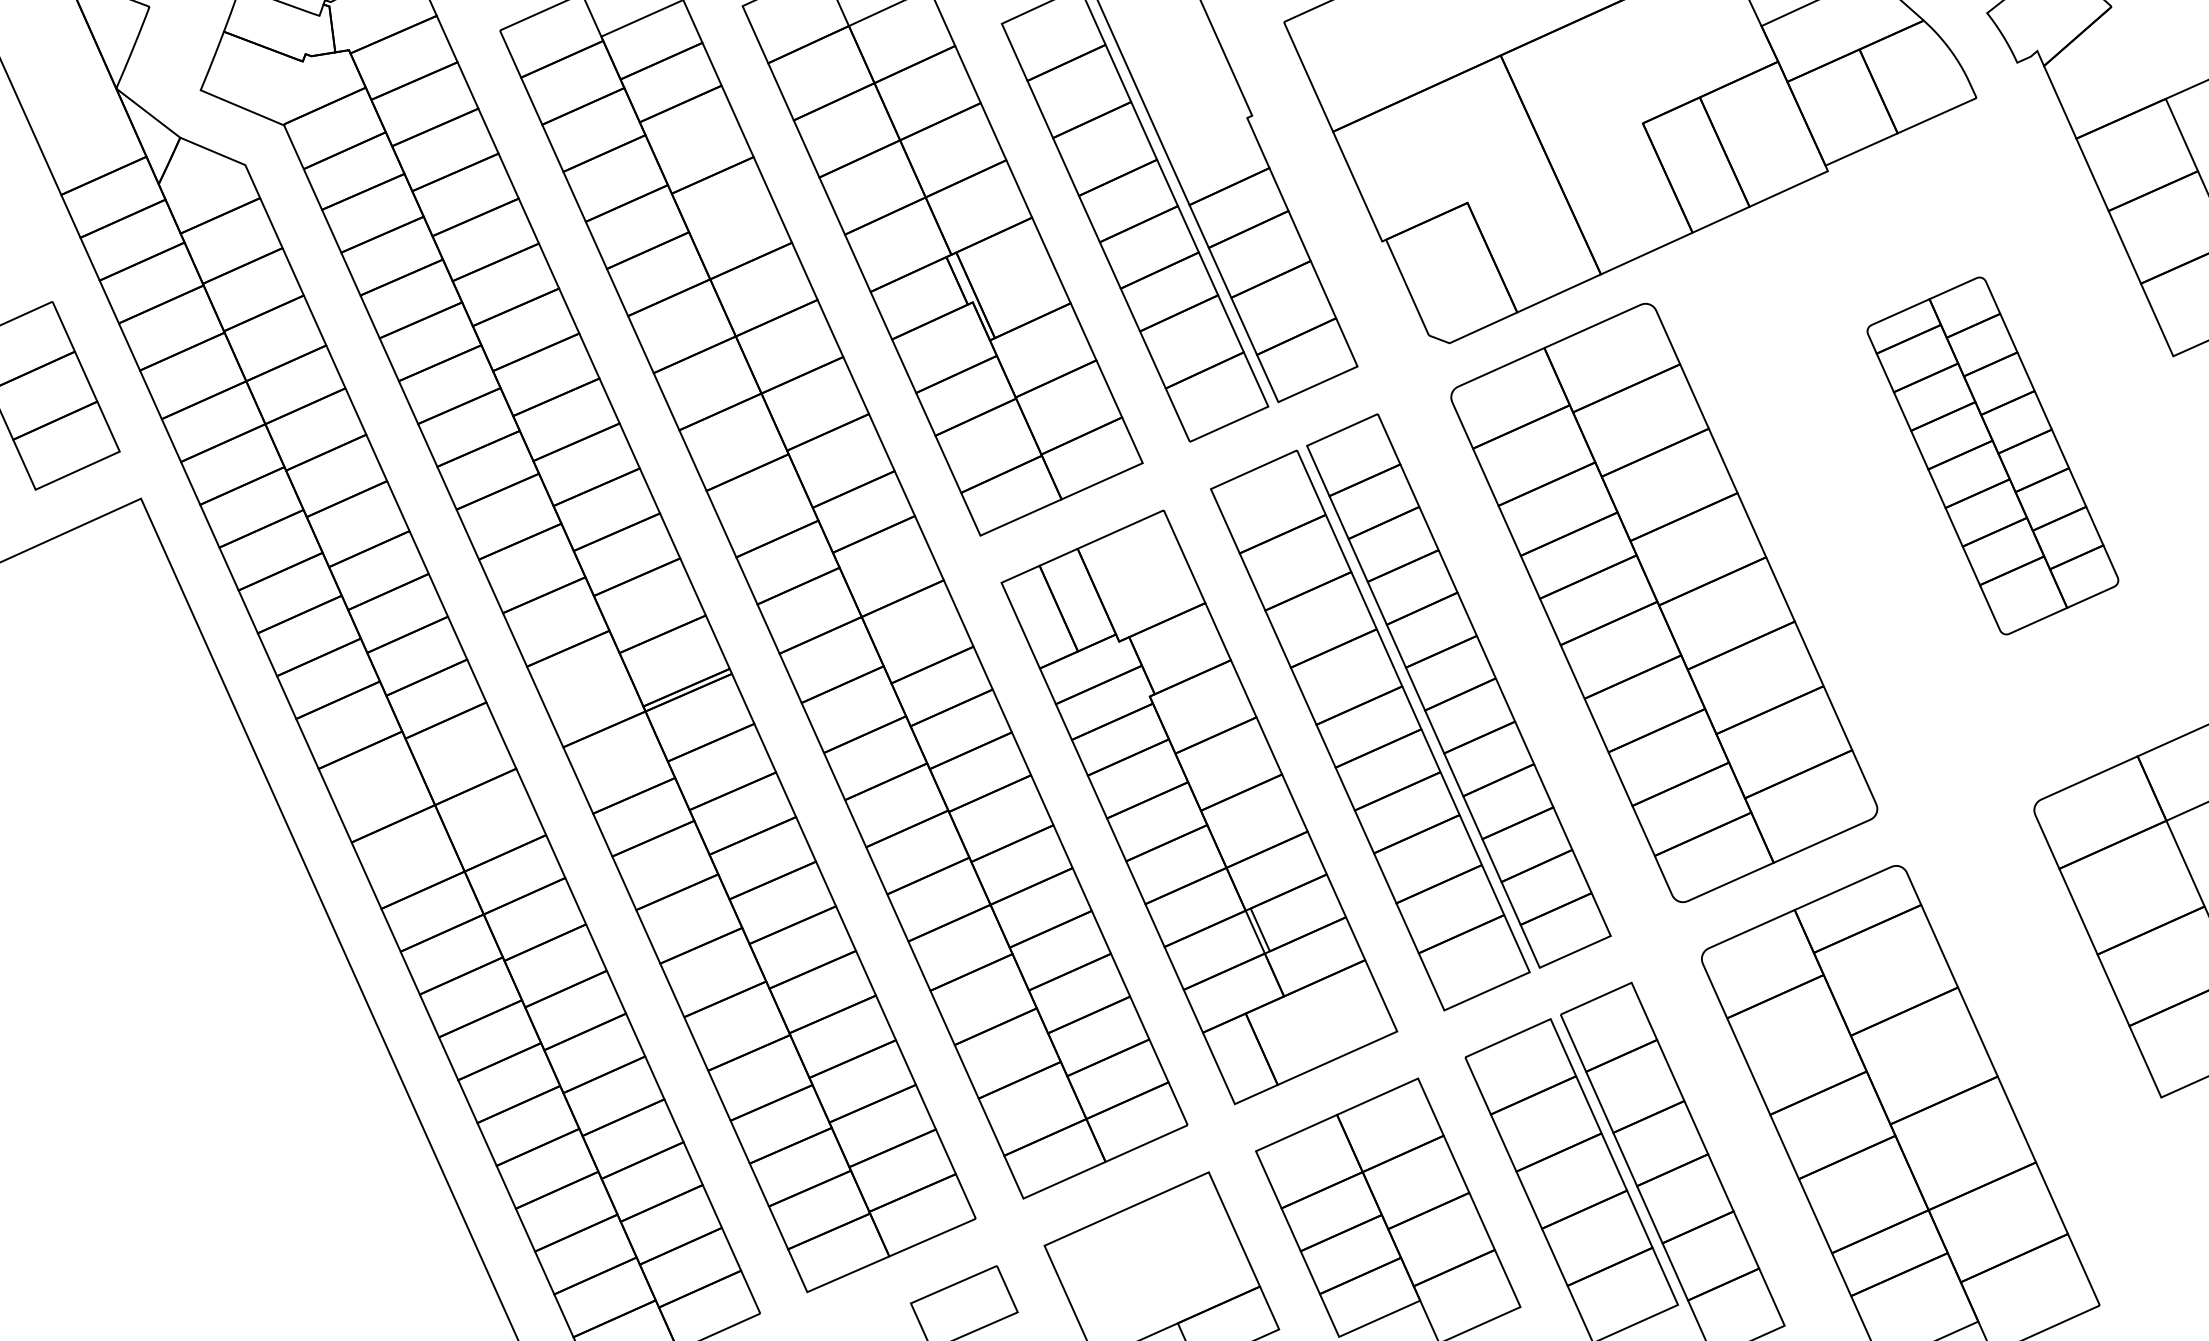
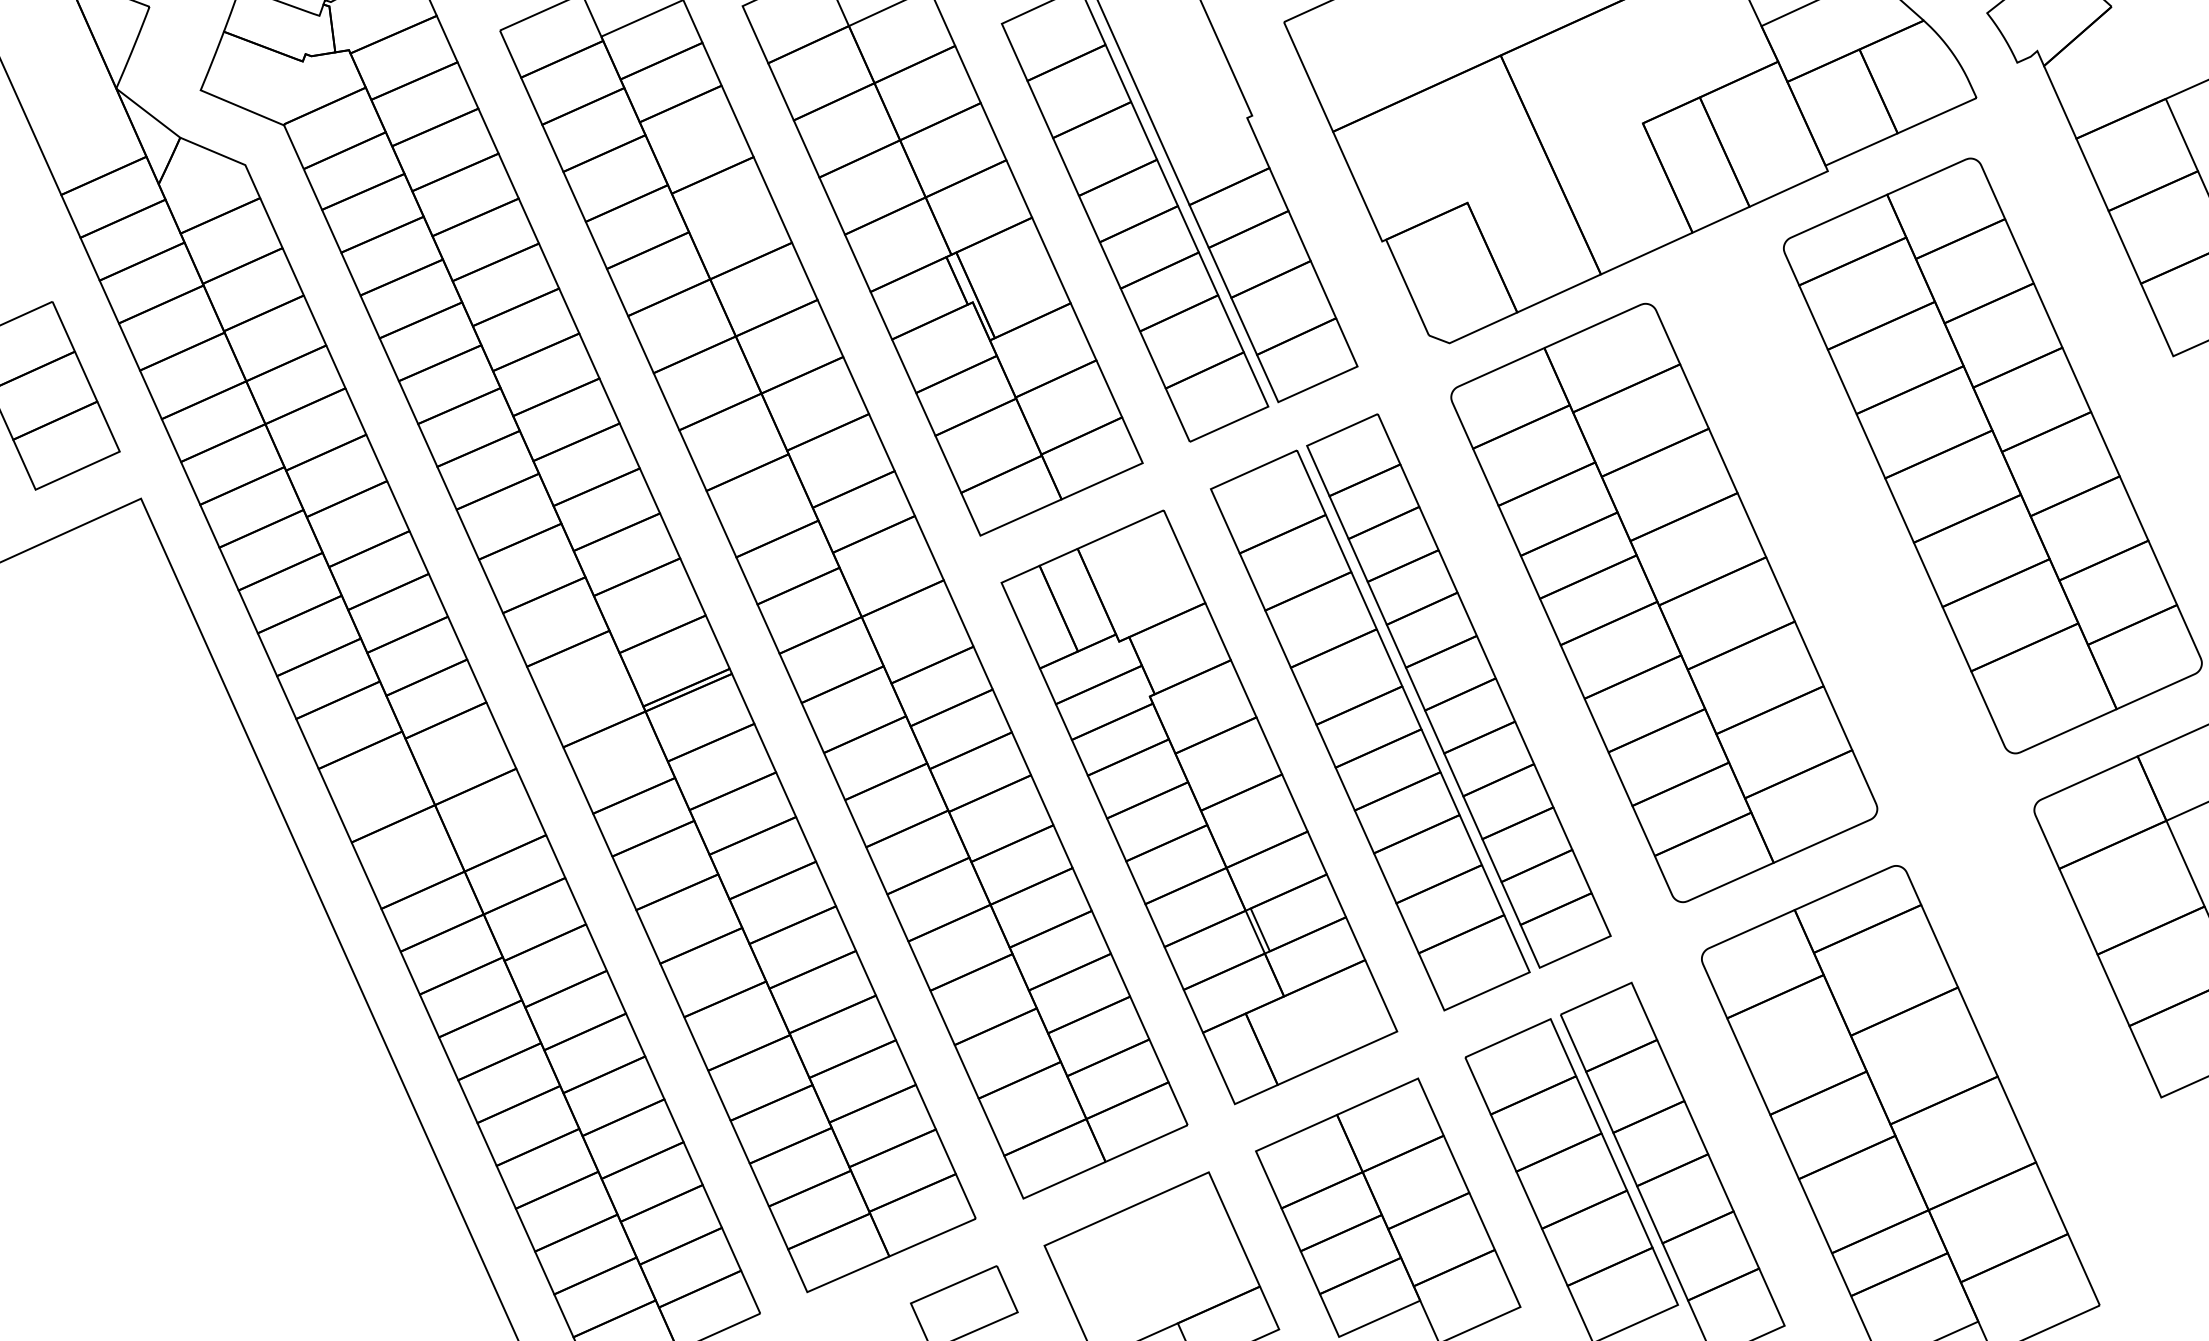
part at (1992, 455) size: 254x360 px -> 420x598 px
